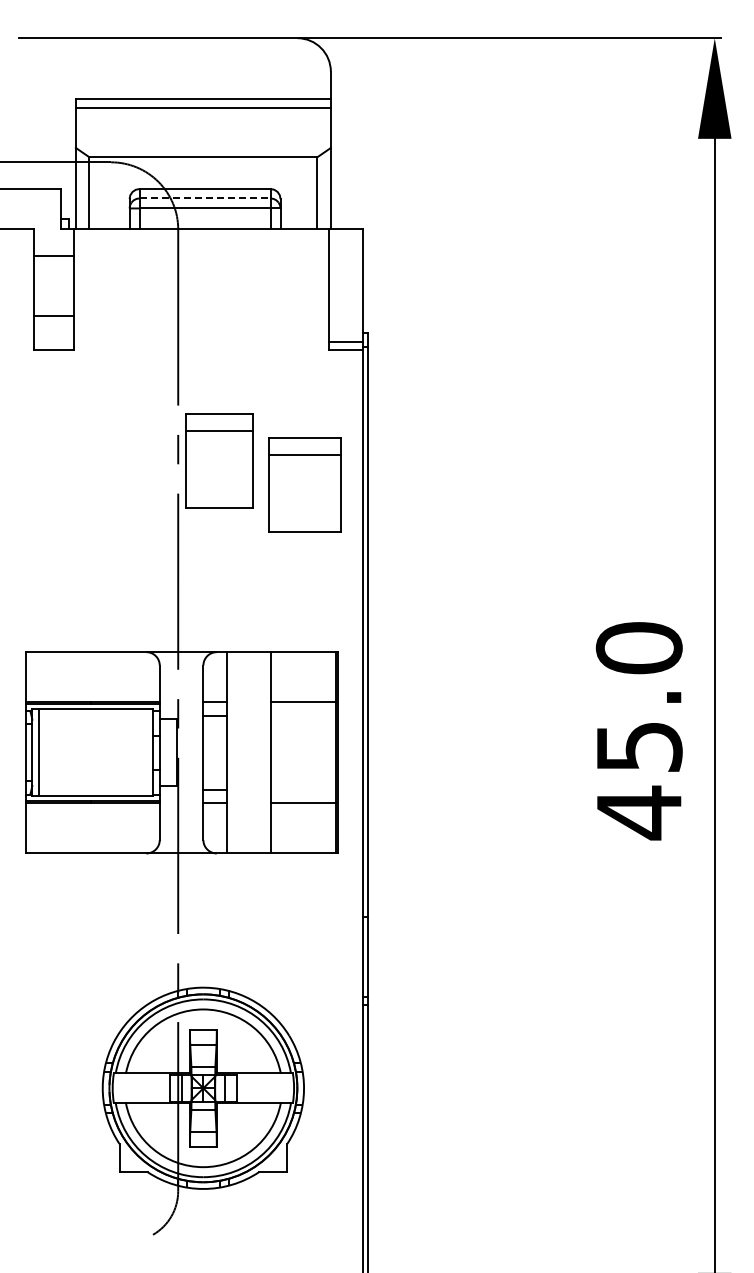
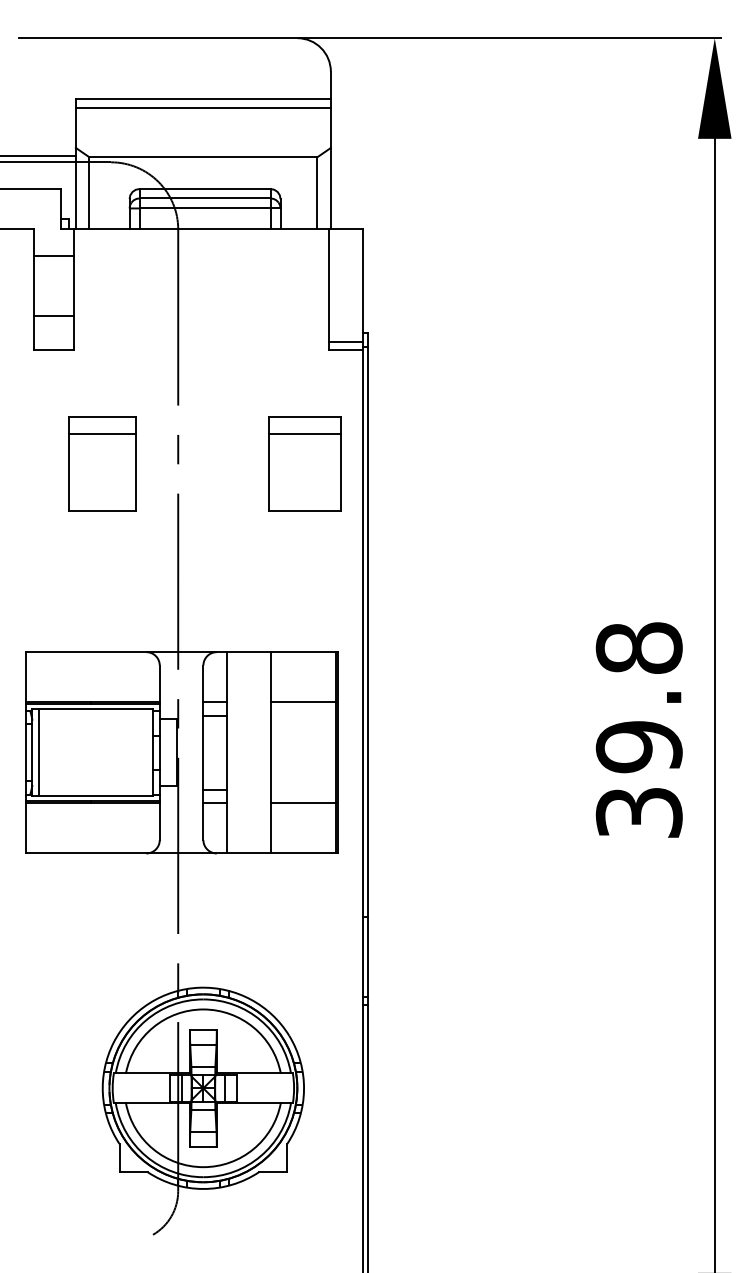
line at (38, 155): none -> present
line at (205, 198): dashed -> solid
part at (219, 460) position: (219, 460) -> (102, 463)
part at (304, 484) position: (304, 484) -> (304, 463)
text at (638, 731): 45.0 -> 39.8
